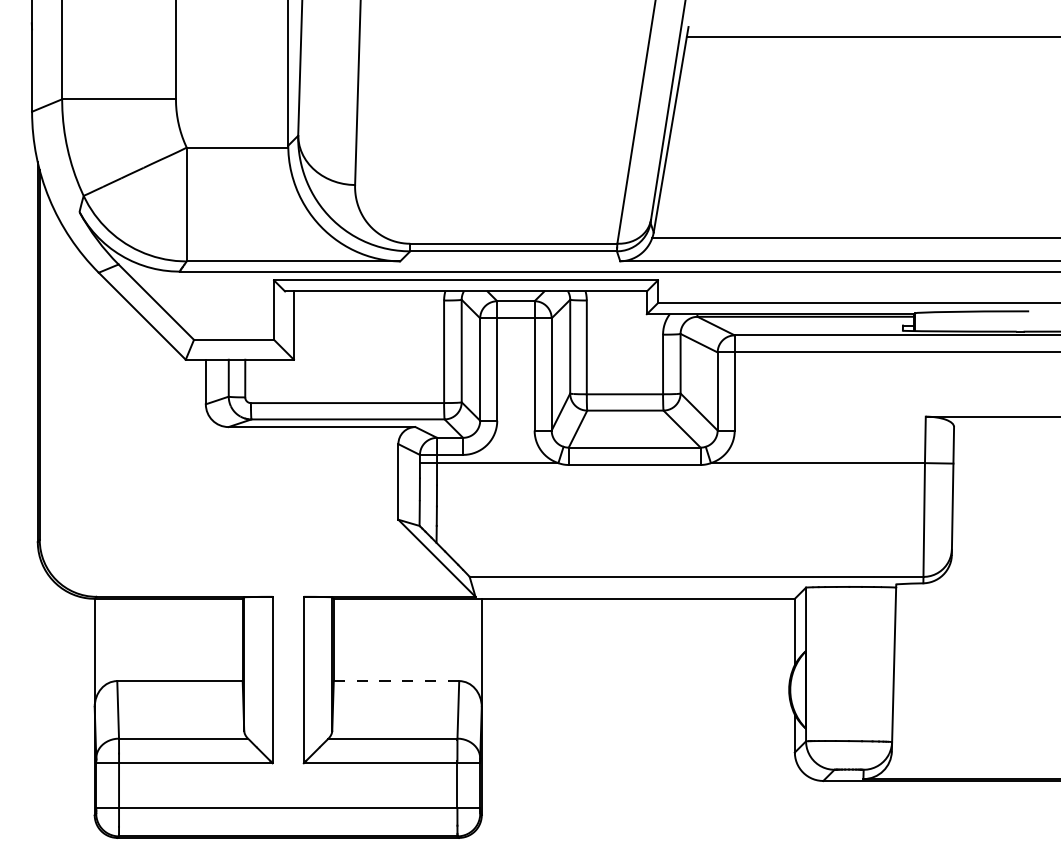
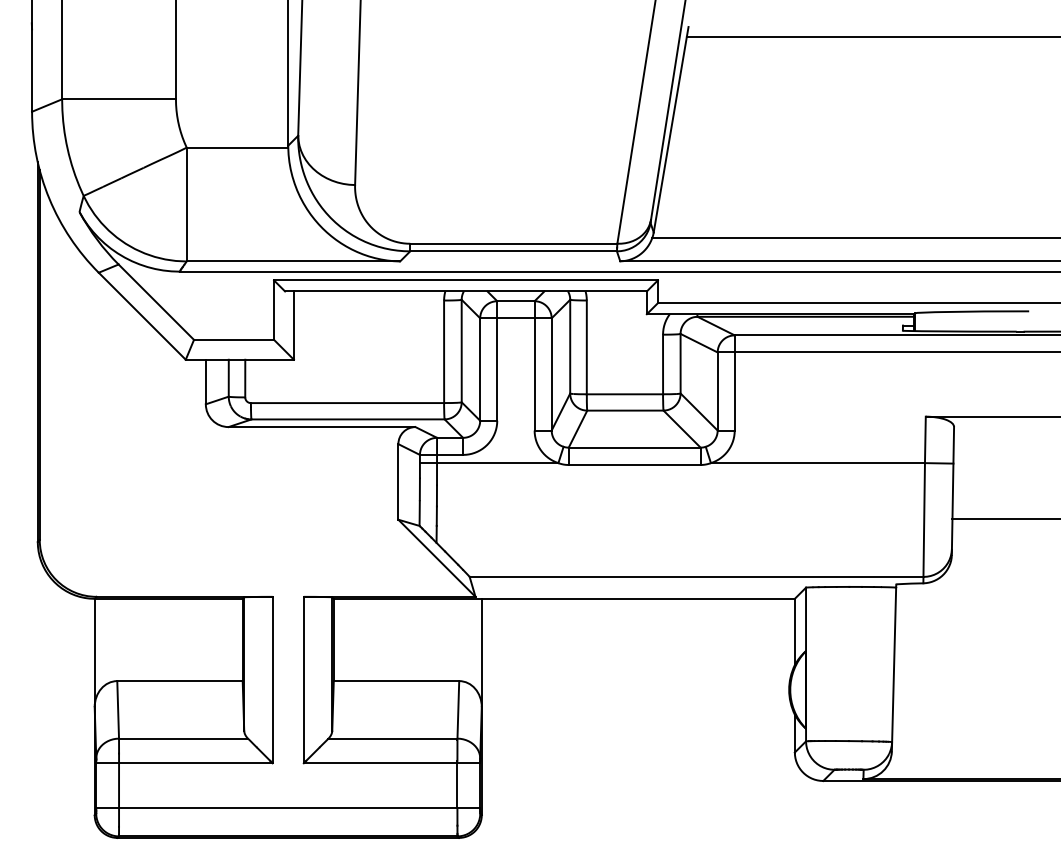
line at (1004, 519): none -> present
line at (396, 681): dashed -> solid
